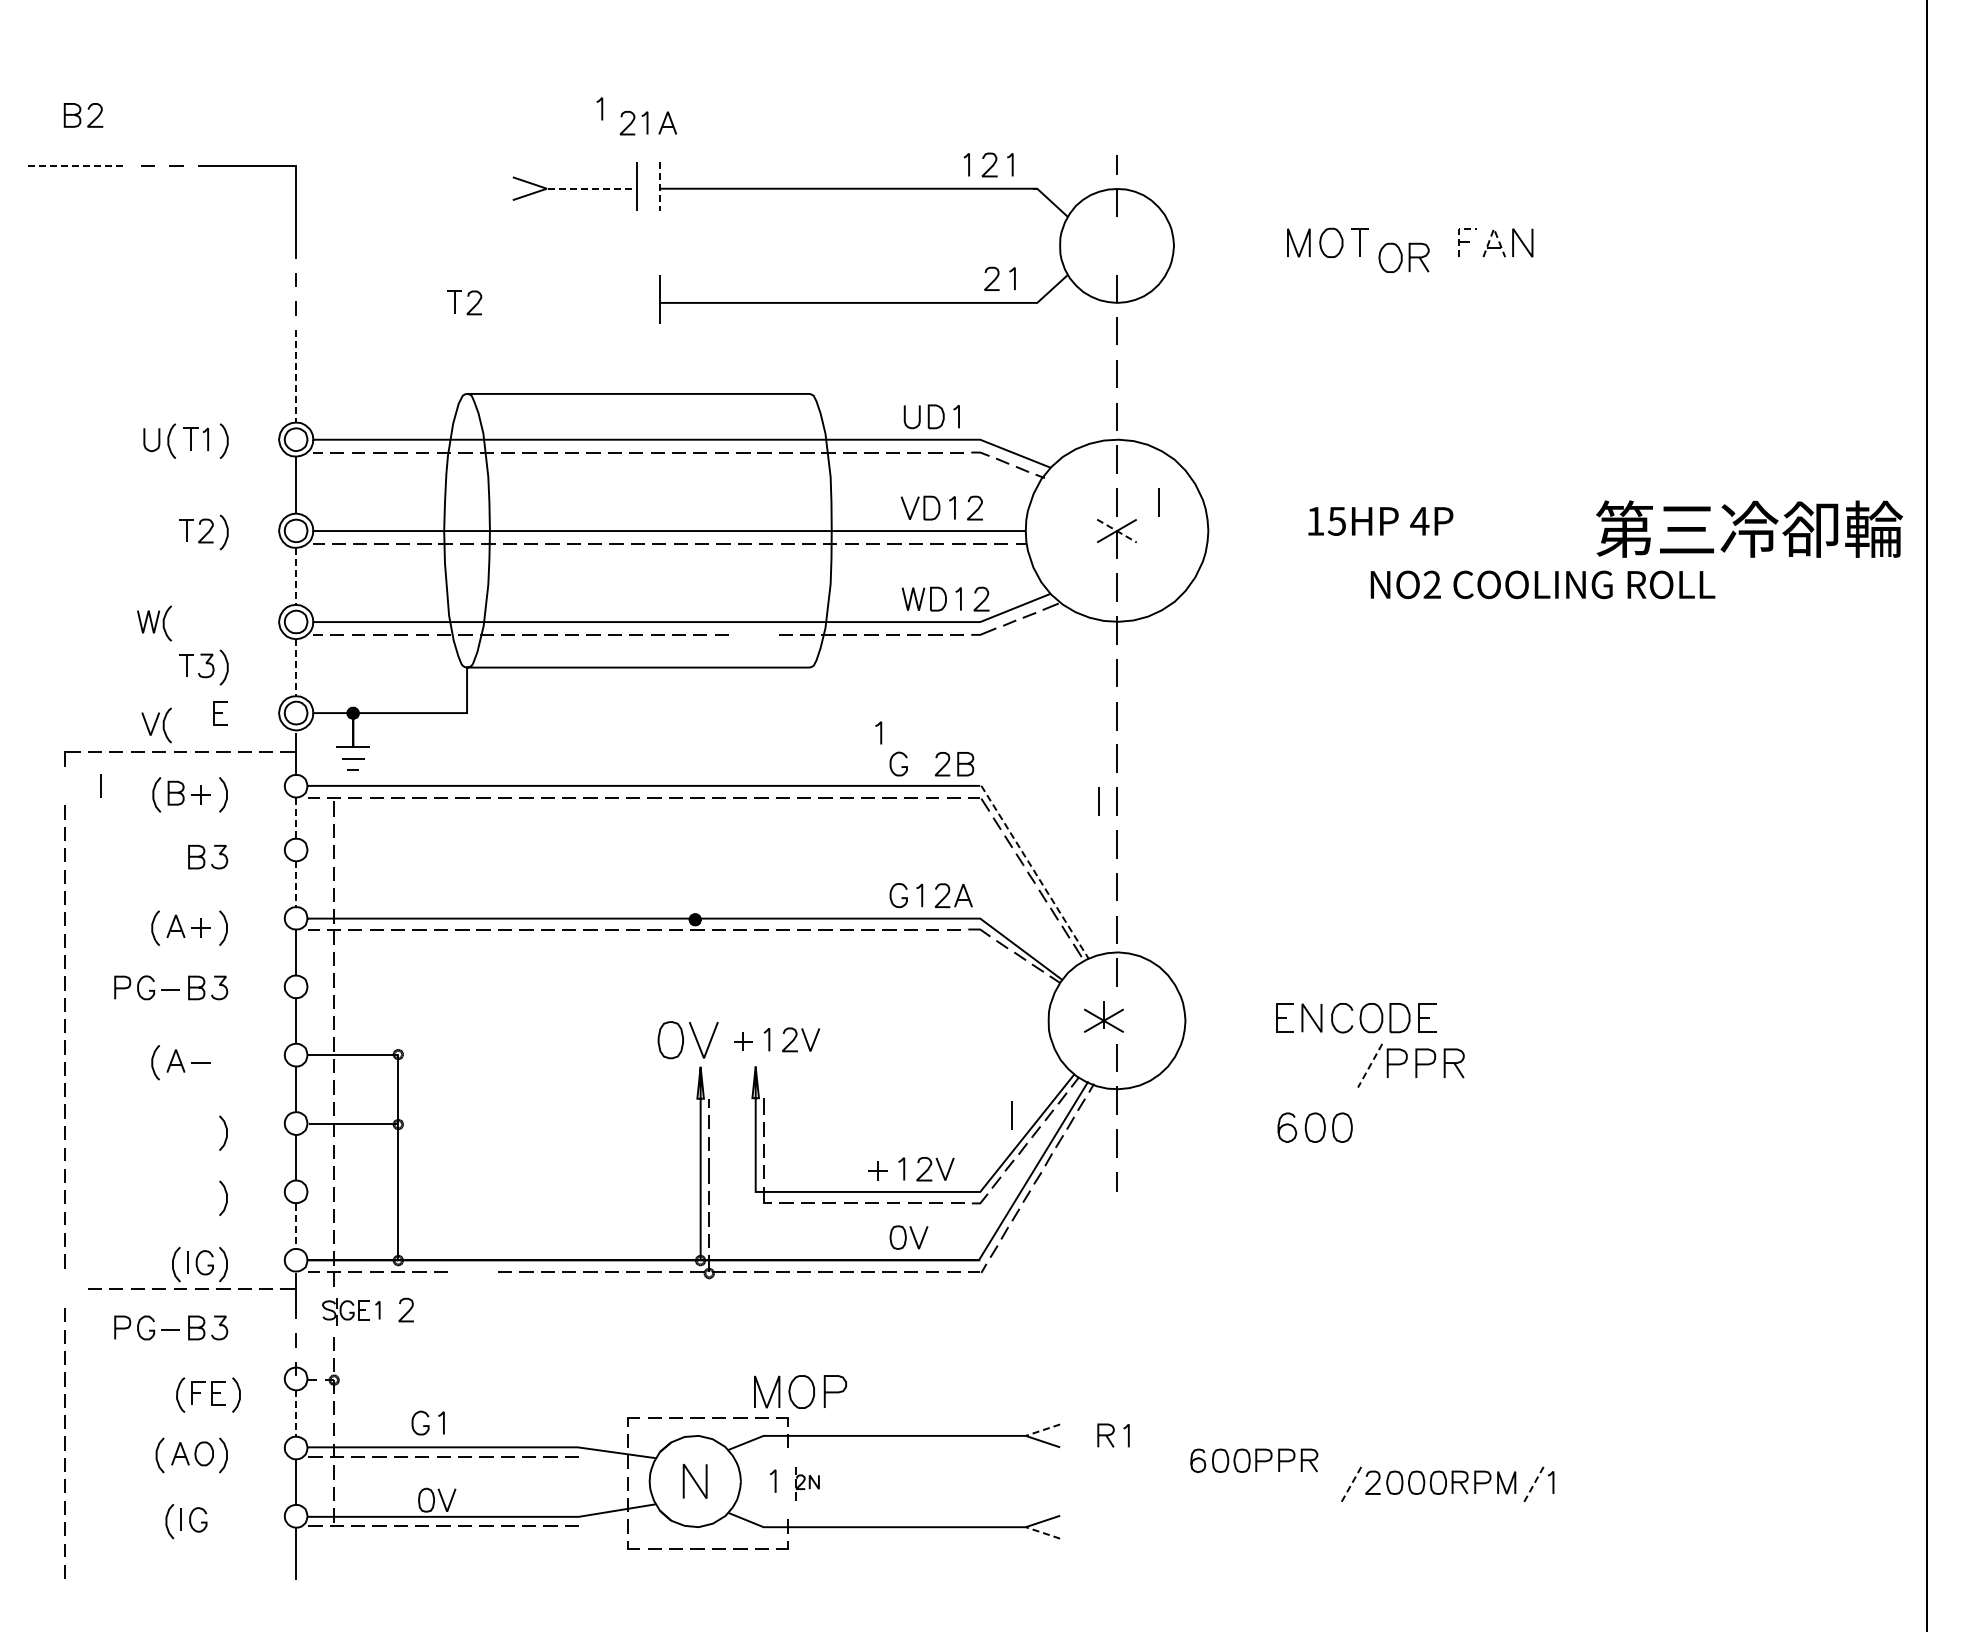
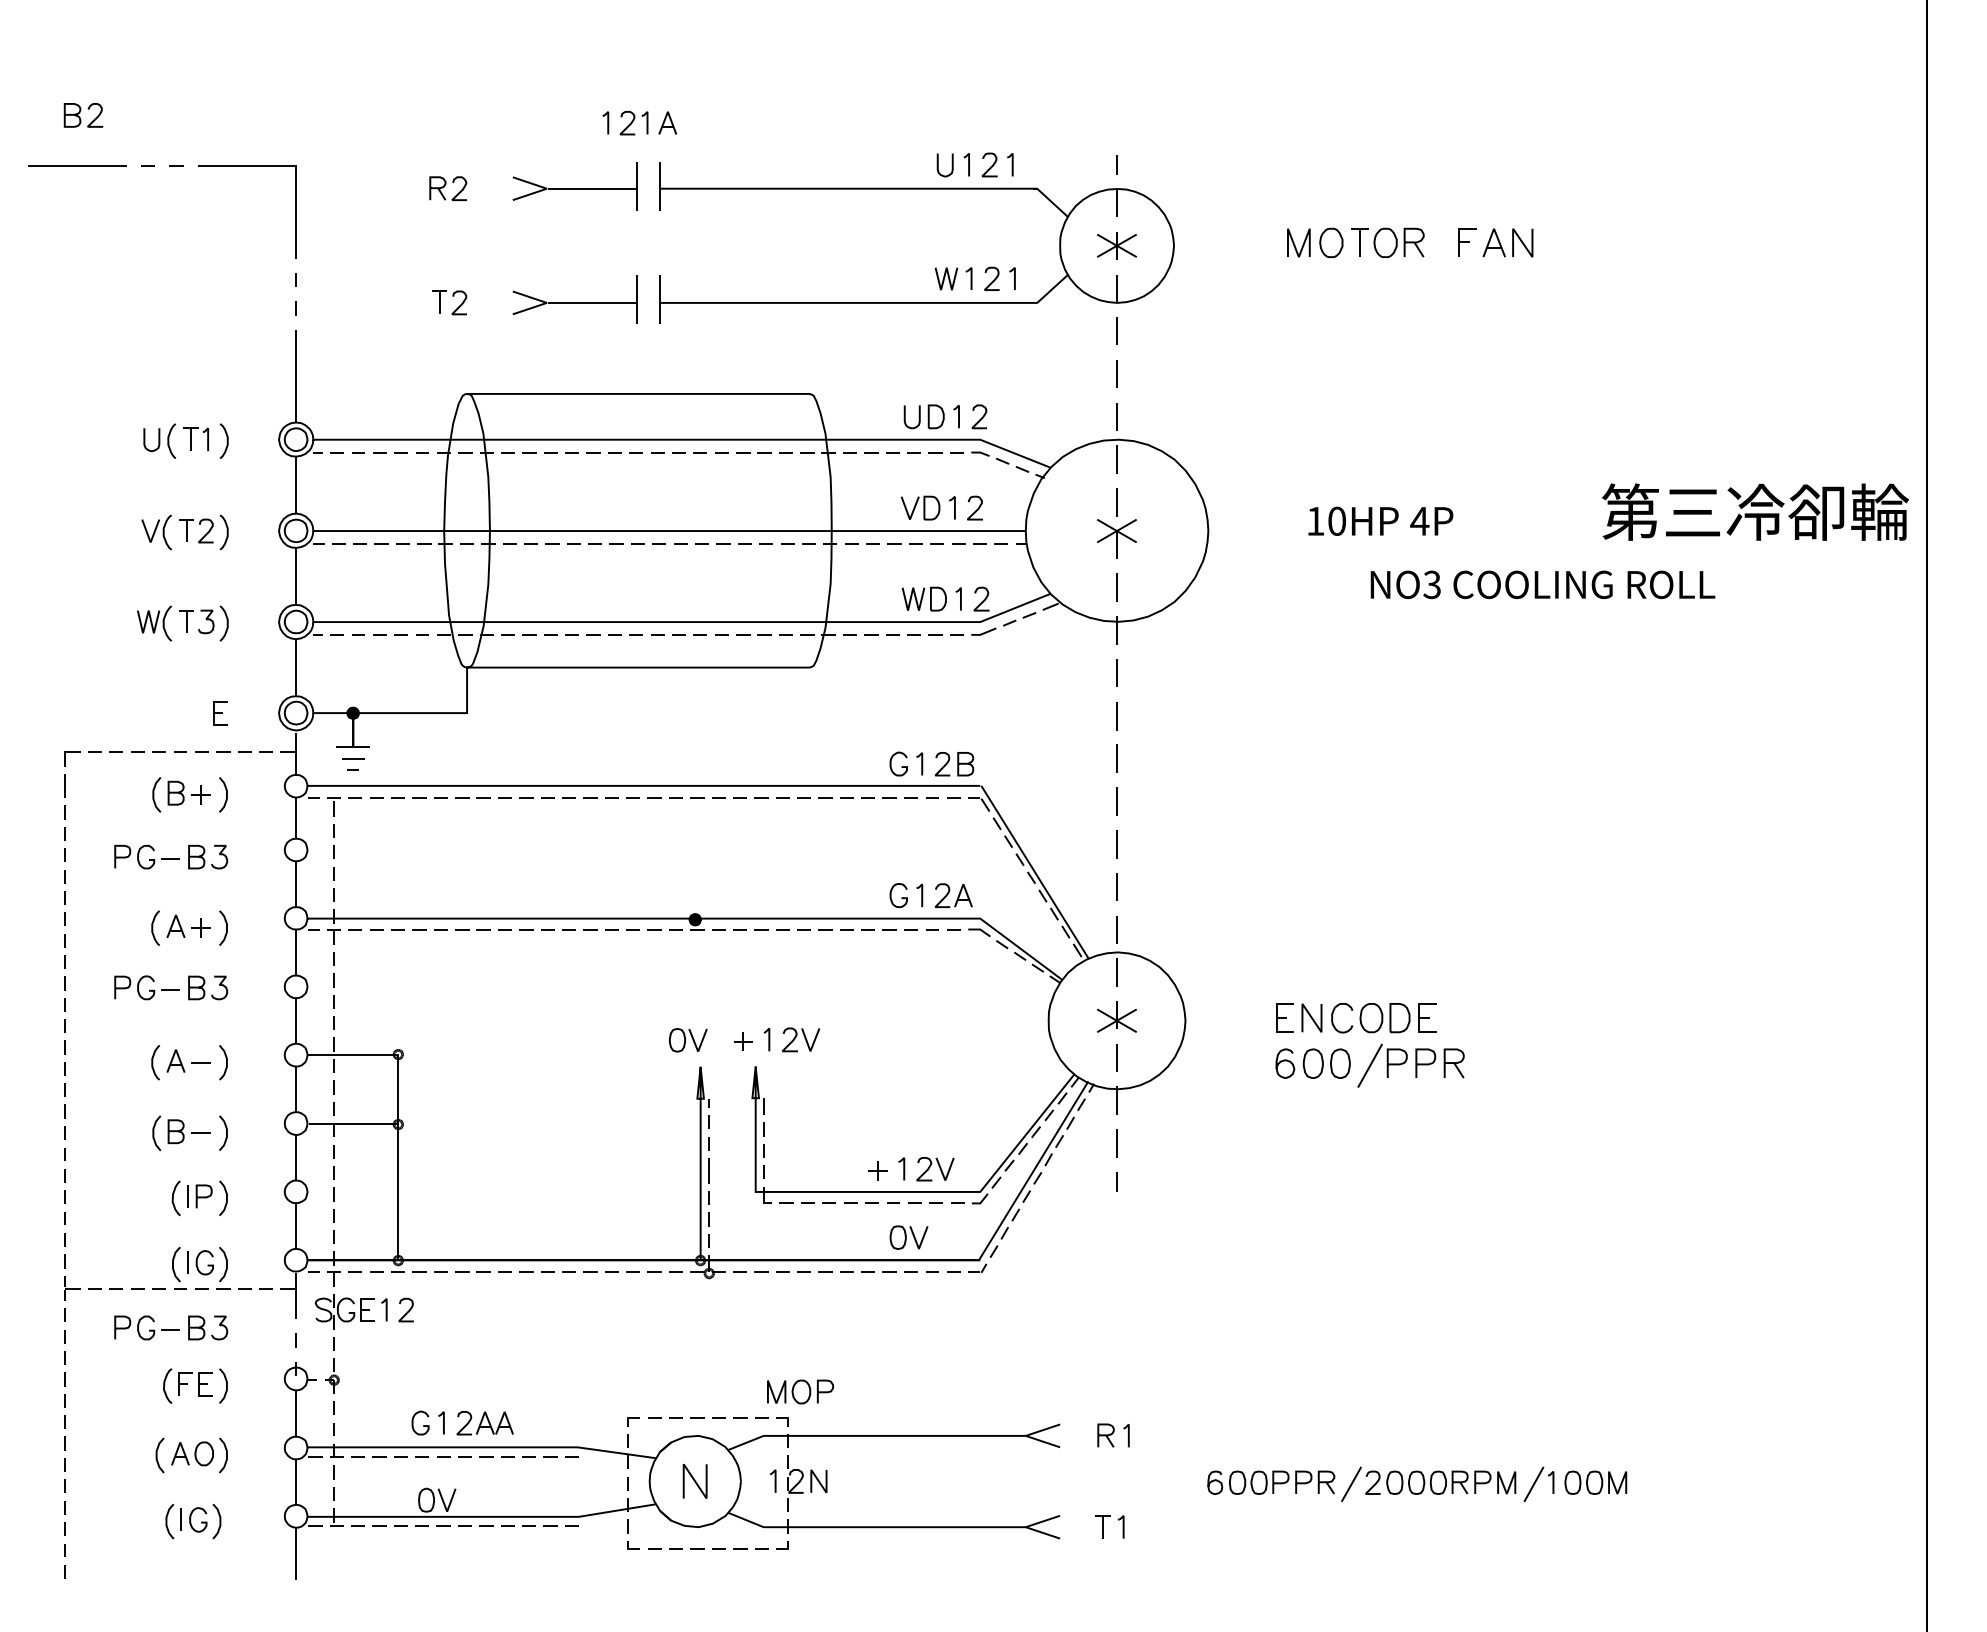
line at (601, 108) position: (601, 108) -> (607, 122)
line at (77, 165): dashed -> solid
curve at (938, 165): none -> present
line at (659, 186): dashed -> solid
part at (448, 188): none -> present
line at (593, 188): dashed -> solid
line at (1494, 228): dashed -> solid
line at (1458, 233): dashed -> solid
part at (1116, 245): none -> present
part at (1403, 257) position: (1403, 257) -> (1398, 242)
part at (953, 278): none -> present
part at (467, 296) position: (467, 296) -> (452, 296)
part at (574, 299): none -> present
line at (296, 376): dashed -> solid
curve at (981, 417): none -> present
line at (1158, 502): present -> none
text at (1336, 520): 15HP -> 10HP
text at (1749, 528) position: (1749, 528) -> (1755, 511)
line at (1116, 531): dashed -> solid
line at (296, 576): dashed -> solid
text at (1431, 585): NO2 -> NO3
line at (750, 634): none -> present
part at (203, 667) position: (203, 667) -> (203, 623)
line at (296, 668): dashed -> solid
part at (156, 725) position: (156, 725) -> (156, 532)
line at (880, 732) position: (880, 732) -> (921, 763)
line at (100, 785) position: (100, 785) -> (64, 785)
line at (1098, 801): present -> none
line at (296, 818): dashed -> solid
part at (146, 856): none -> present
line at (1034, 872): dashed -> solid
line at (296, 884): dashed -> solid
part at (1103, 1016) position: (1103, 1016) -> (1116, 1016)
part at (687, 1040) size: 62x39 px -> 39x25 px
curve at (226, 1062): none -> present
line at (1370, 1065): dashed -> solid
line at (1011, 1115): present -> none
part at (1314, 1127) position: (1314, 1127) -> (1312, 1063)
part at (181, 1132): none -> present
part at (191, 1198): none -> present
line at (296, 1227): dashed -> solid
line at (469, 1271): none -> present
part at (72, 1288): none -> present
part at (351, 1311) size: 59x28 px -> 73x36 px
part at (800, 1391) size: 93x34 px -> 67x26 px
part at (208, 1394) position: (208, 1394) -> (195, 1385)
line at (296, 1413): dashed -> solid
part at (484, 1423): none -> present
line at (1042, 1430): dashed -> solid
part at (1254, 1460) position: (1254, 1460) -> (1271, 1482)
part at (1595, 1482): none -> present
part at (807, 1483) size: 25x34 px -> 41x57 px
line at (1351, 1484): dashed -> solid
line at (1533, 1484): dashed -> solid
curve at (219, 1521): none -> present
part at (1109, 1526): none -> present
line at (1042, 1532): dashed -> solid
